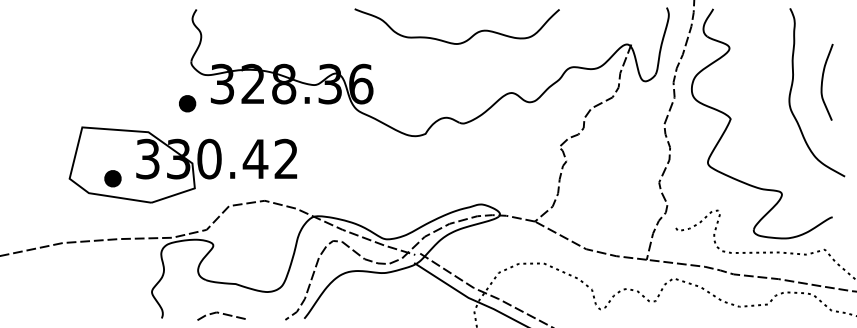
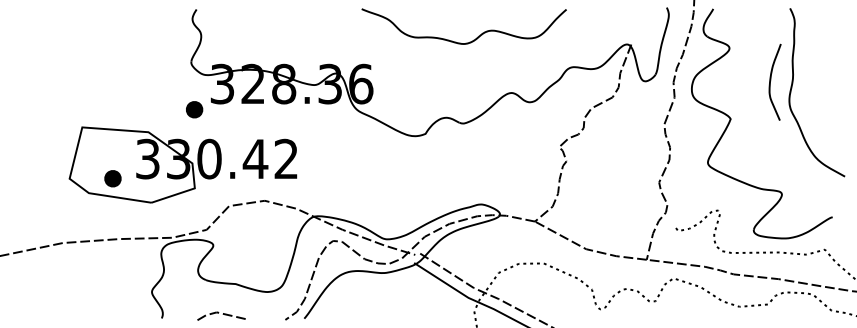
curve at (462, 41) position: (462, 41) -> (469, 41)
curve at (823, 80) position: (823, 80) -> (771, 80)
part at (187, 103) position: (187, 103) -> (194, 109)
